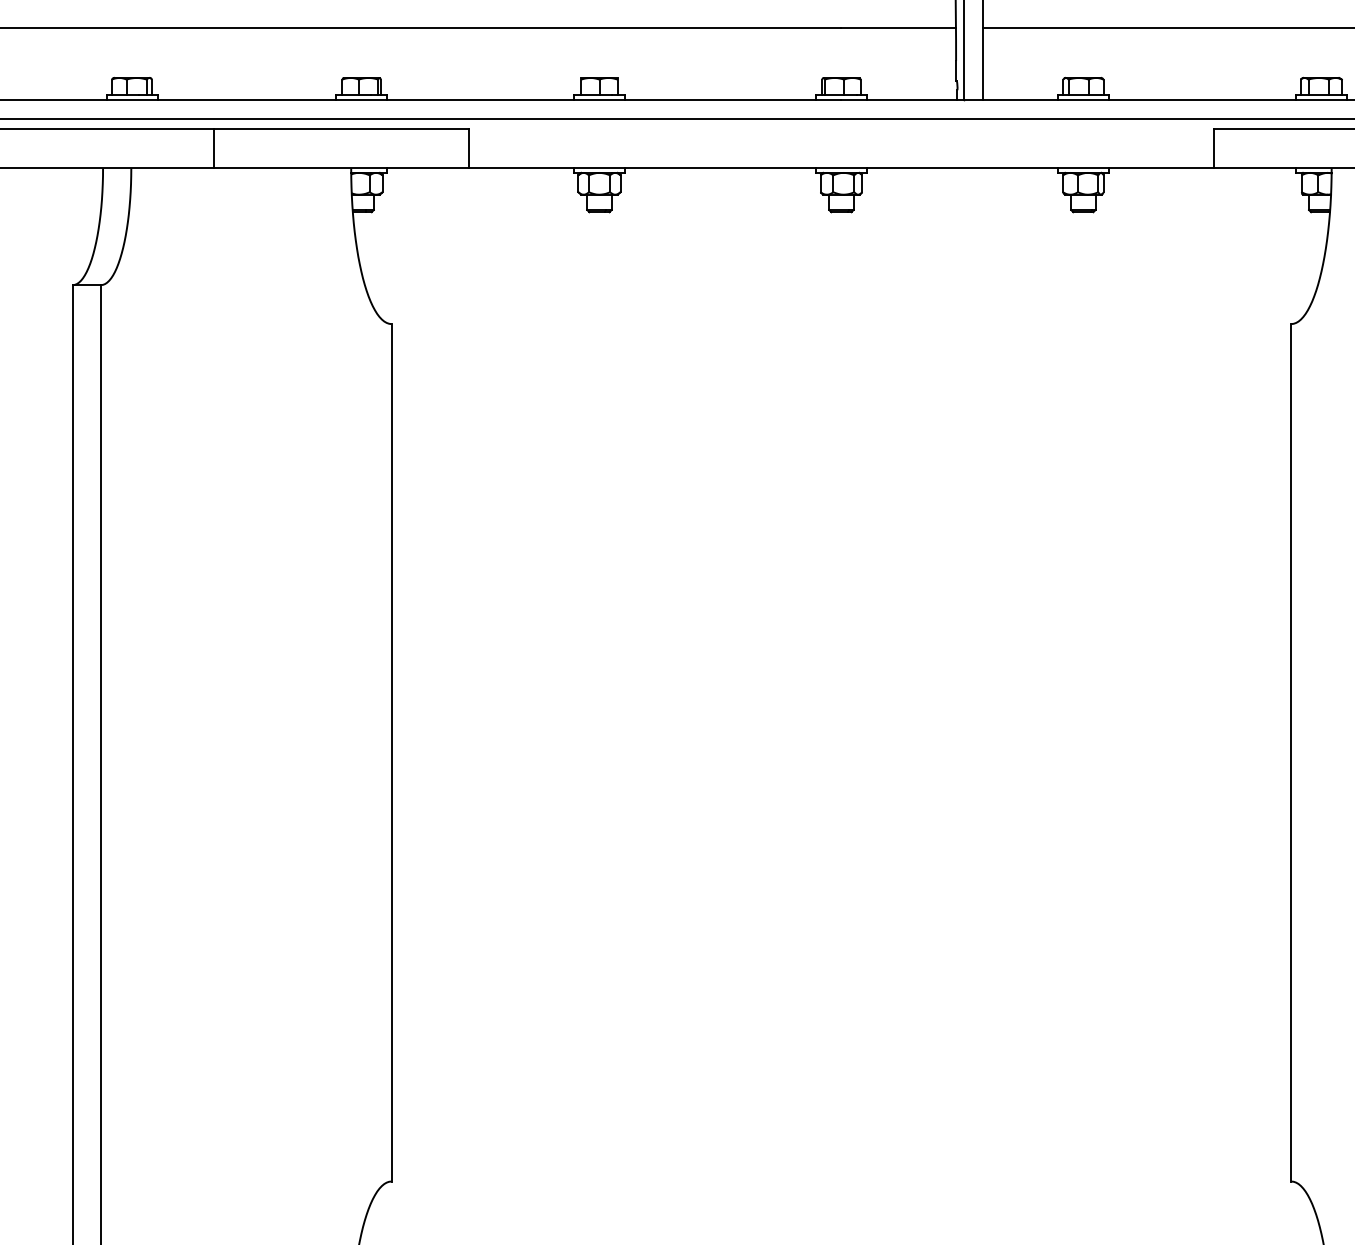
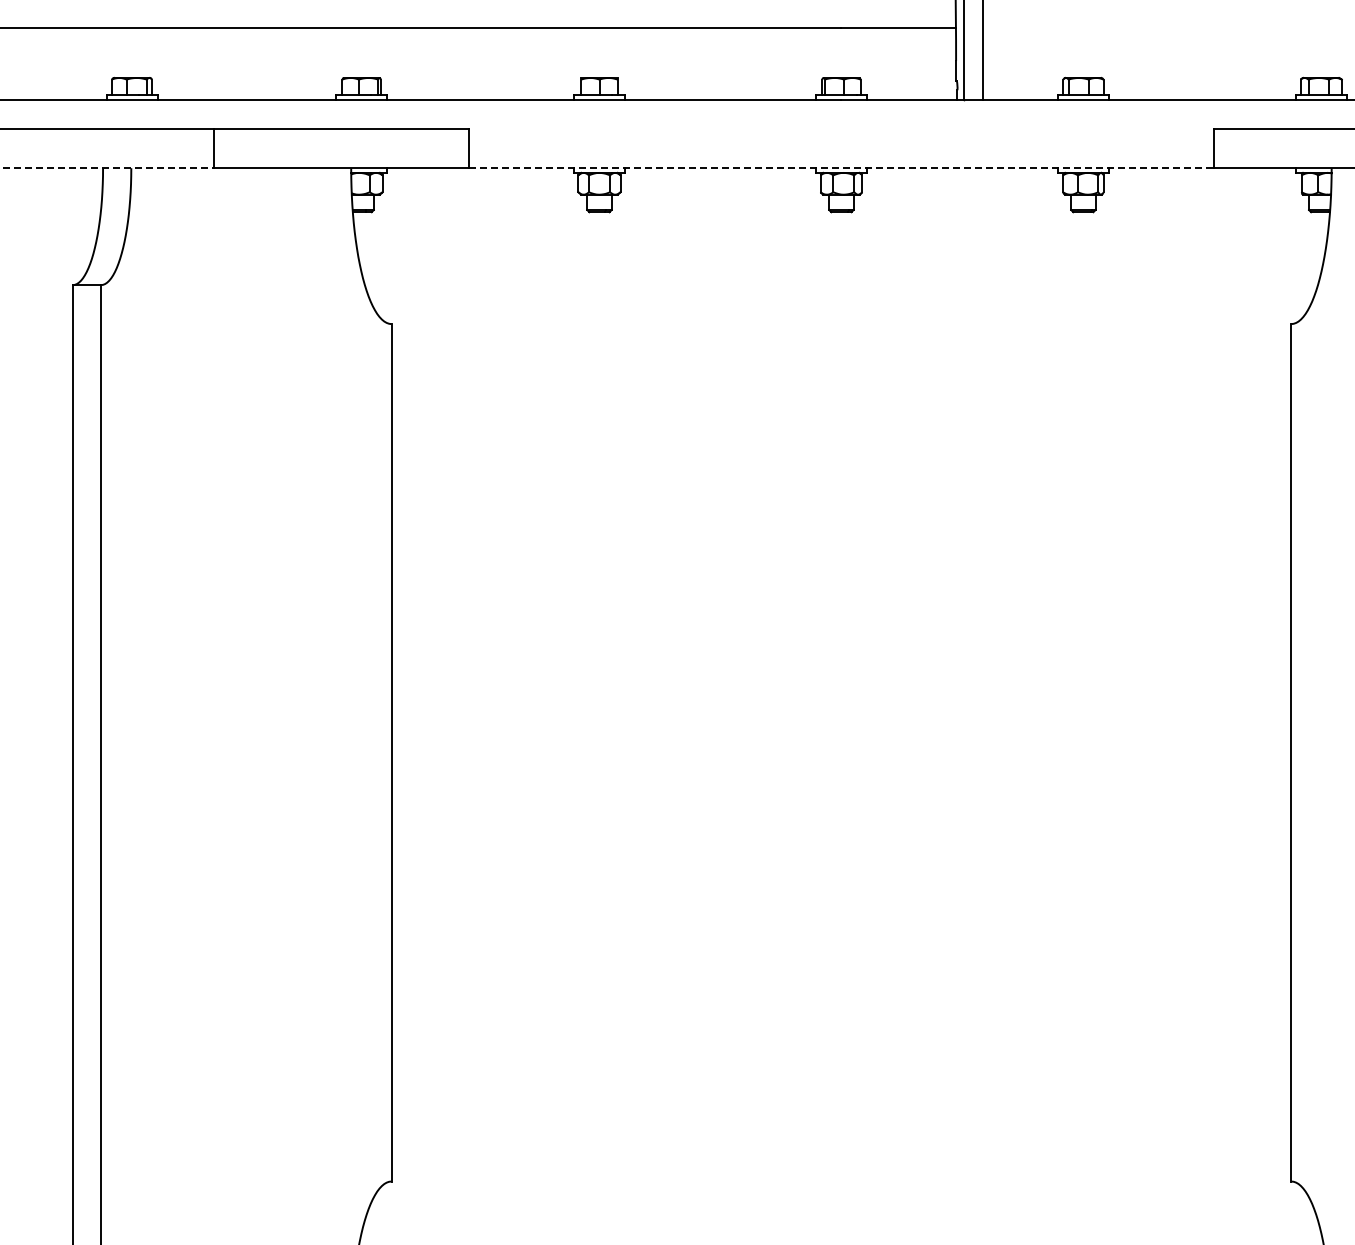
line at (1167, 27): present -> none
line at (676, 119): present -> none
line at (106, 168): solid -> dashed
line at (841, 168): solid -> dashed
